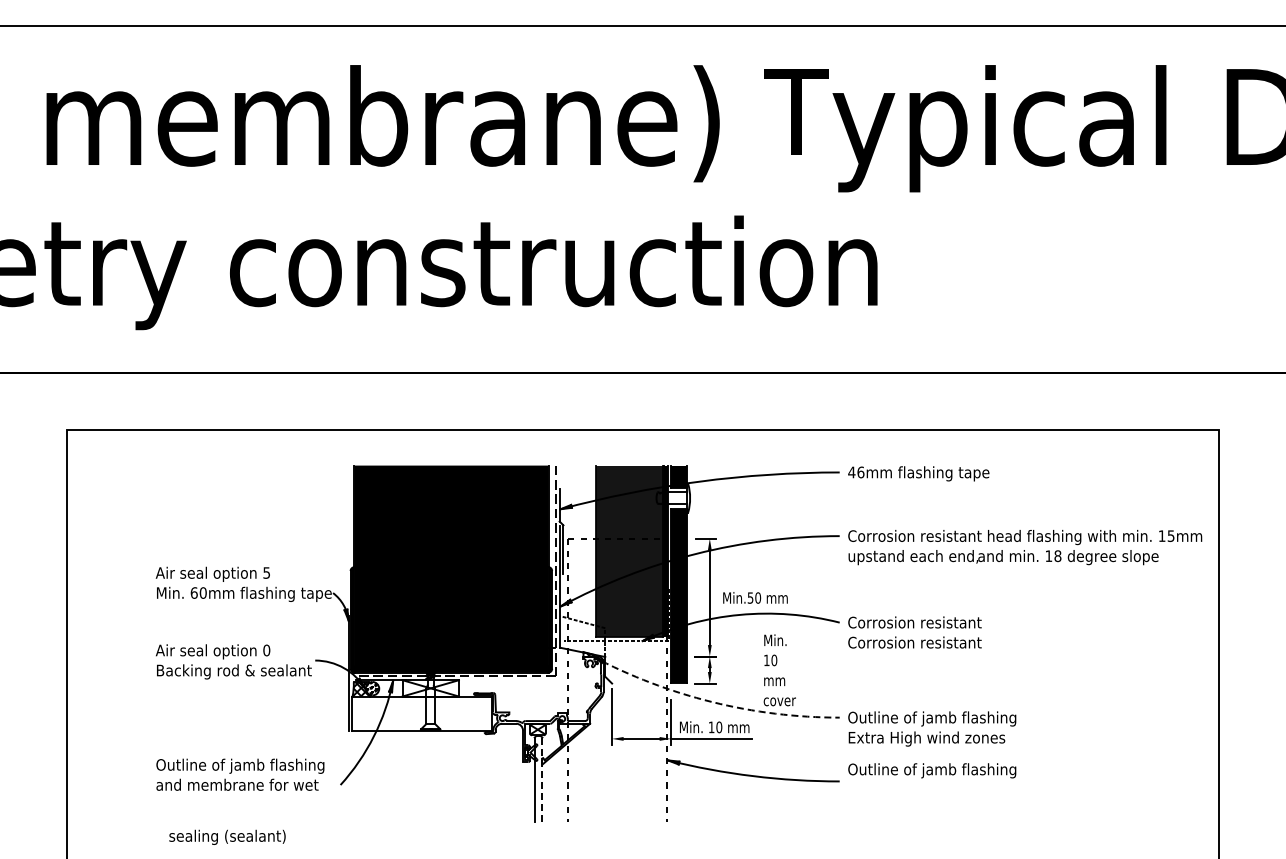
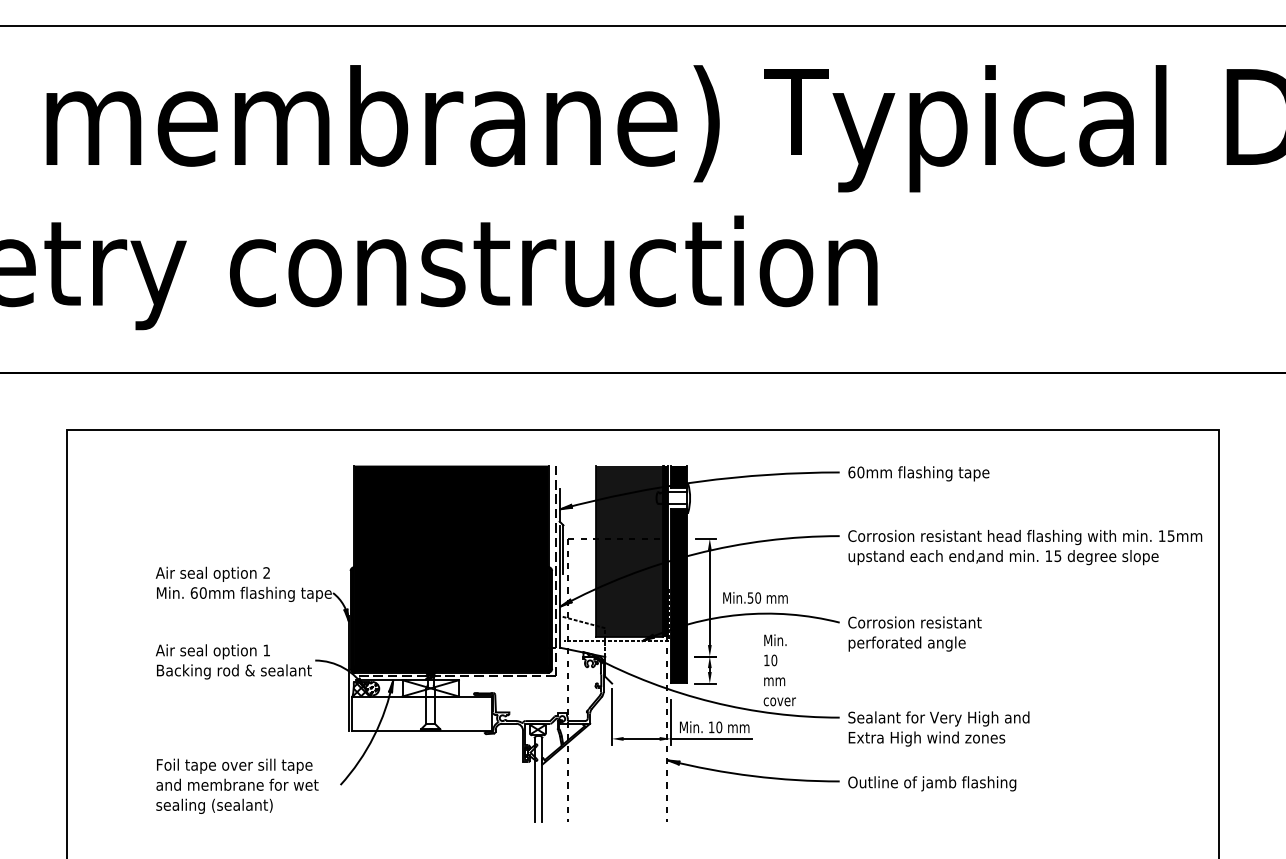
text at (856, 472): 46mm -> 60mm
text at (1057, 556): 18 -> 15
text at (266, 572): 5 -> 2
text at (914, 643): Corrosion resistant -> perforated angle
text at (266, 650): 0 -> 1
arc at (712, 702): dashed -> solid
text at (938, 718): Outline of jamb flashing -> Sealant for Very High and
text at (240, 765): Outline of jamb flashing -> Foil tape over sill tape
text at (932, 770) position: (932, 770) -> (932, 783)
line at (542, 780): dashed -> solid
text at (227, 836) position: (227, 836) -> (214, 805)
